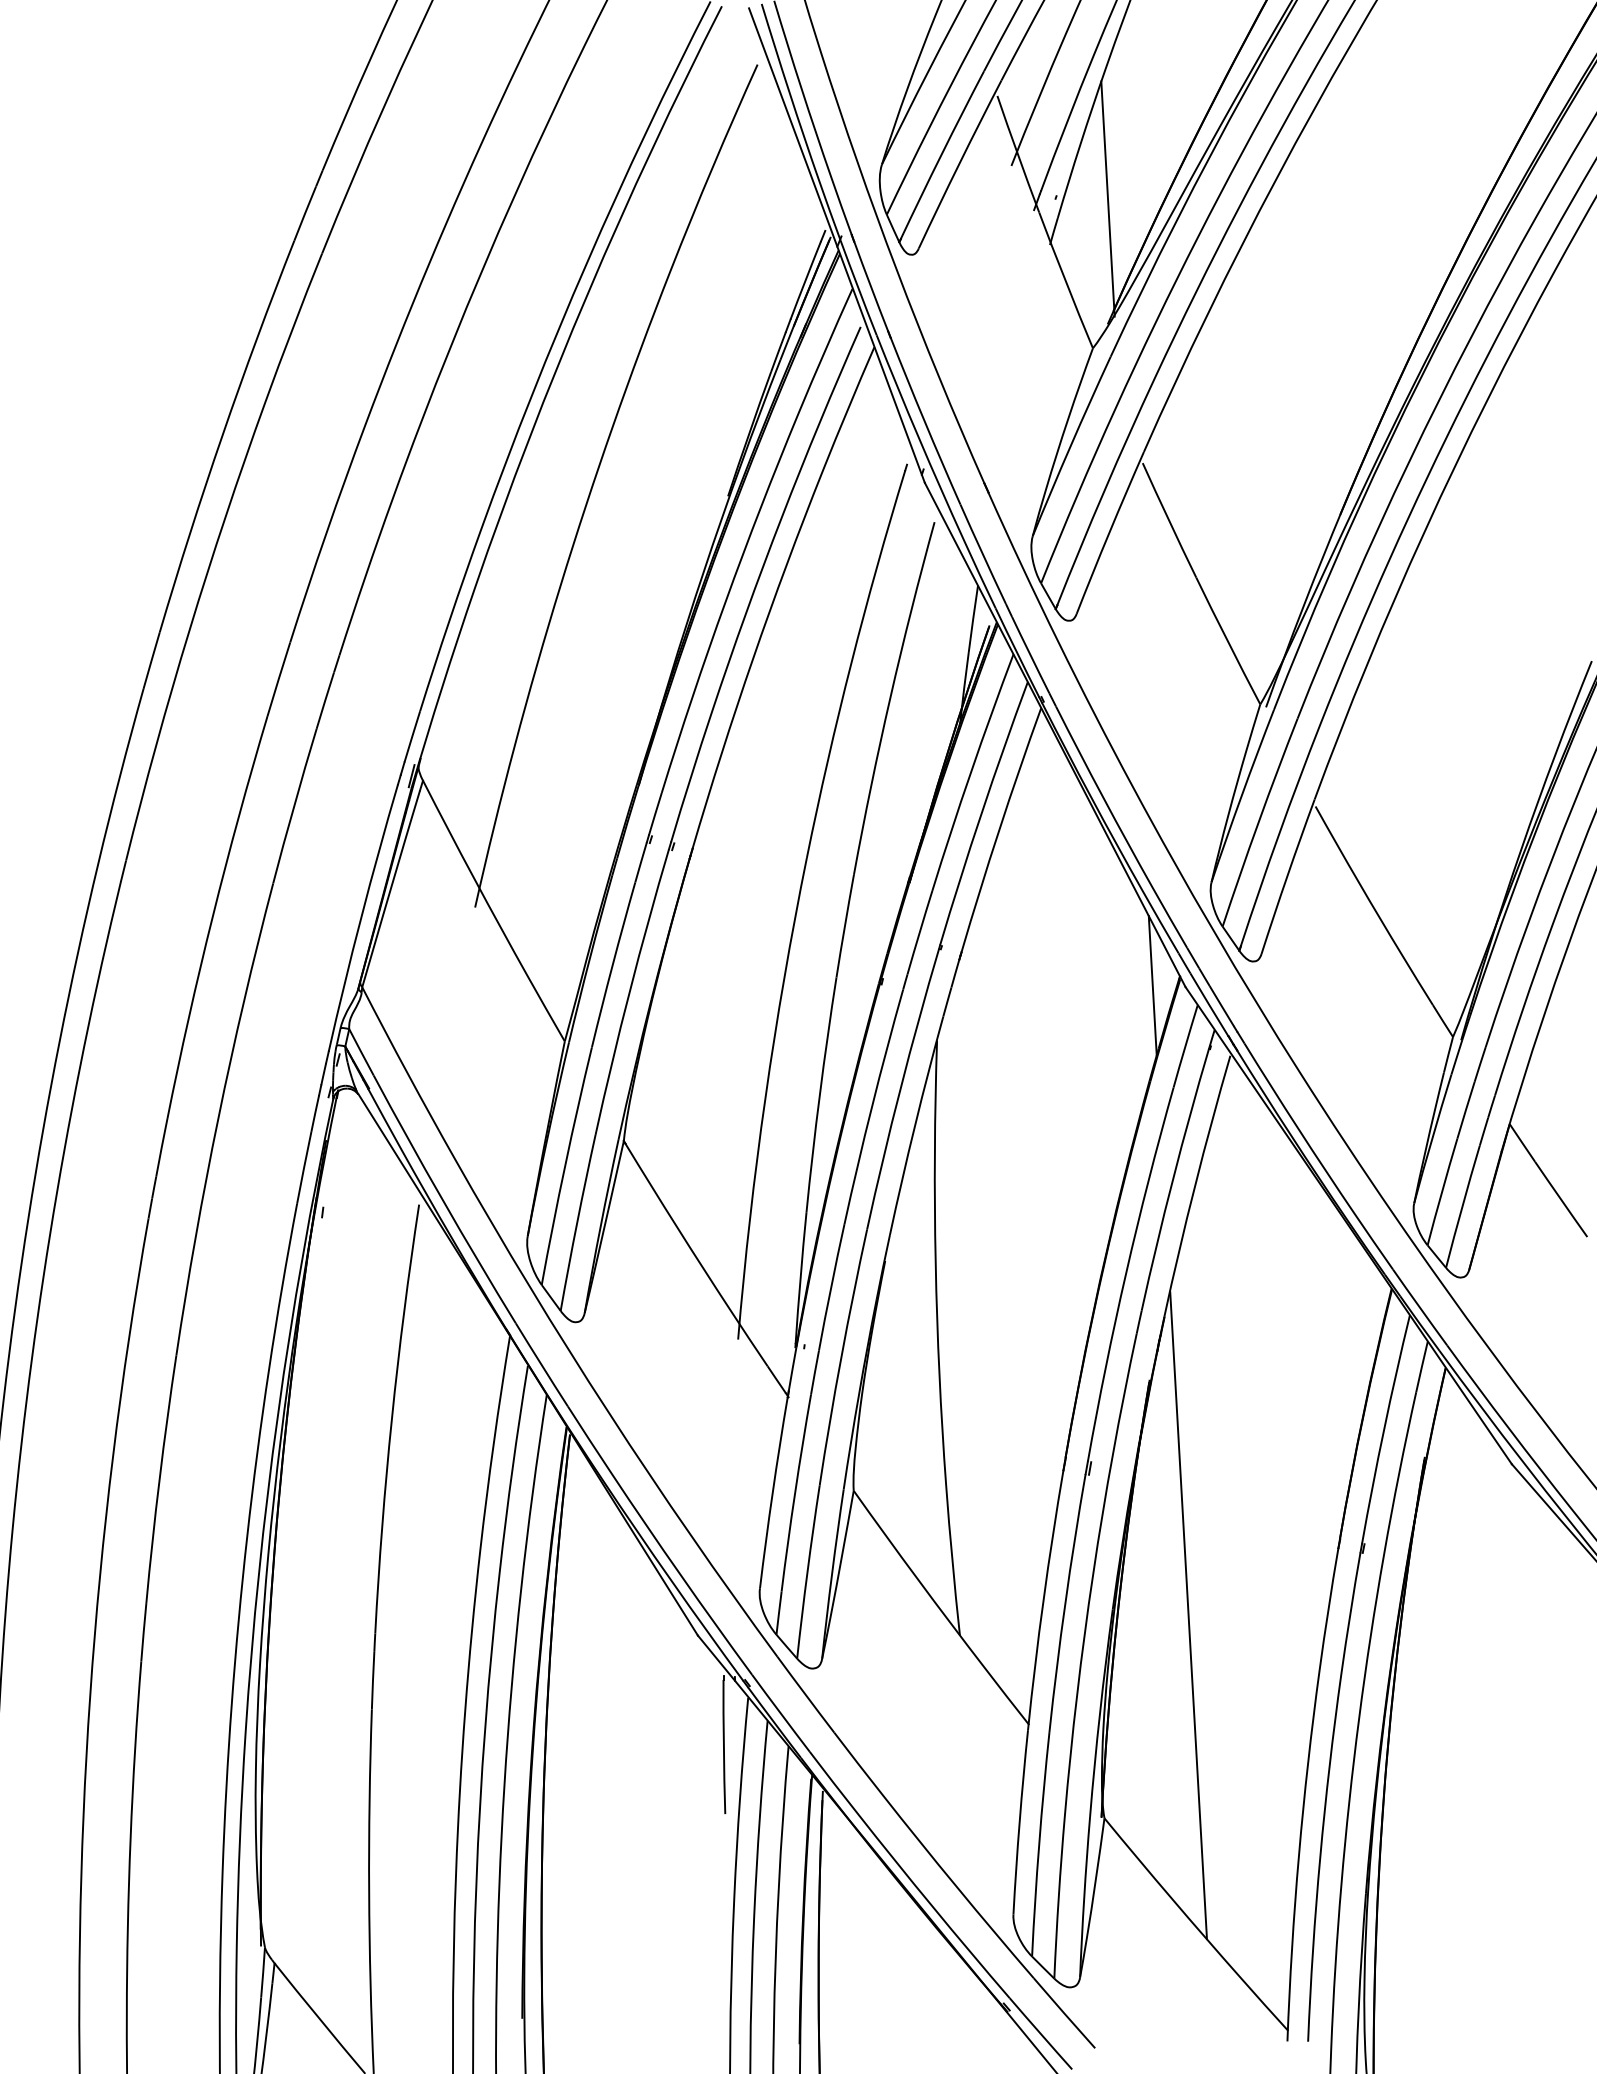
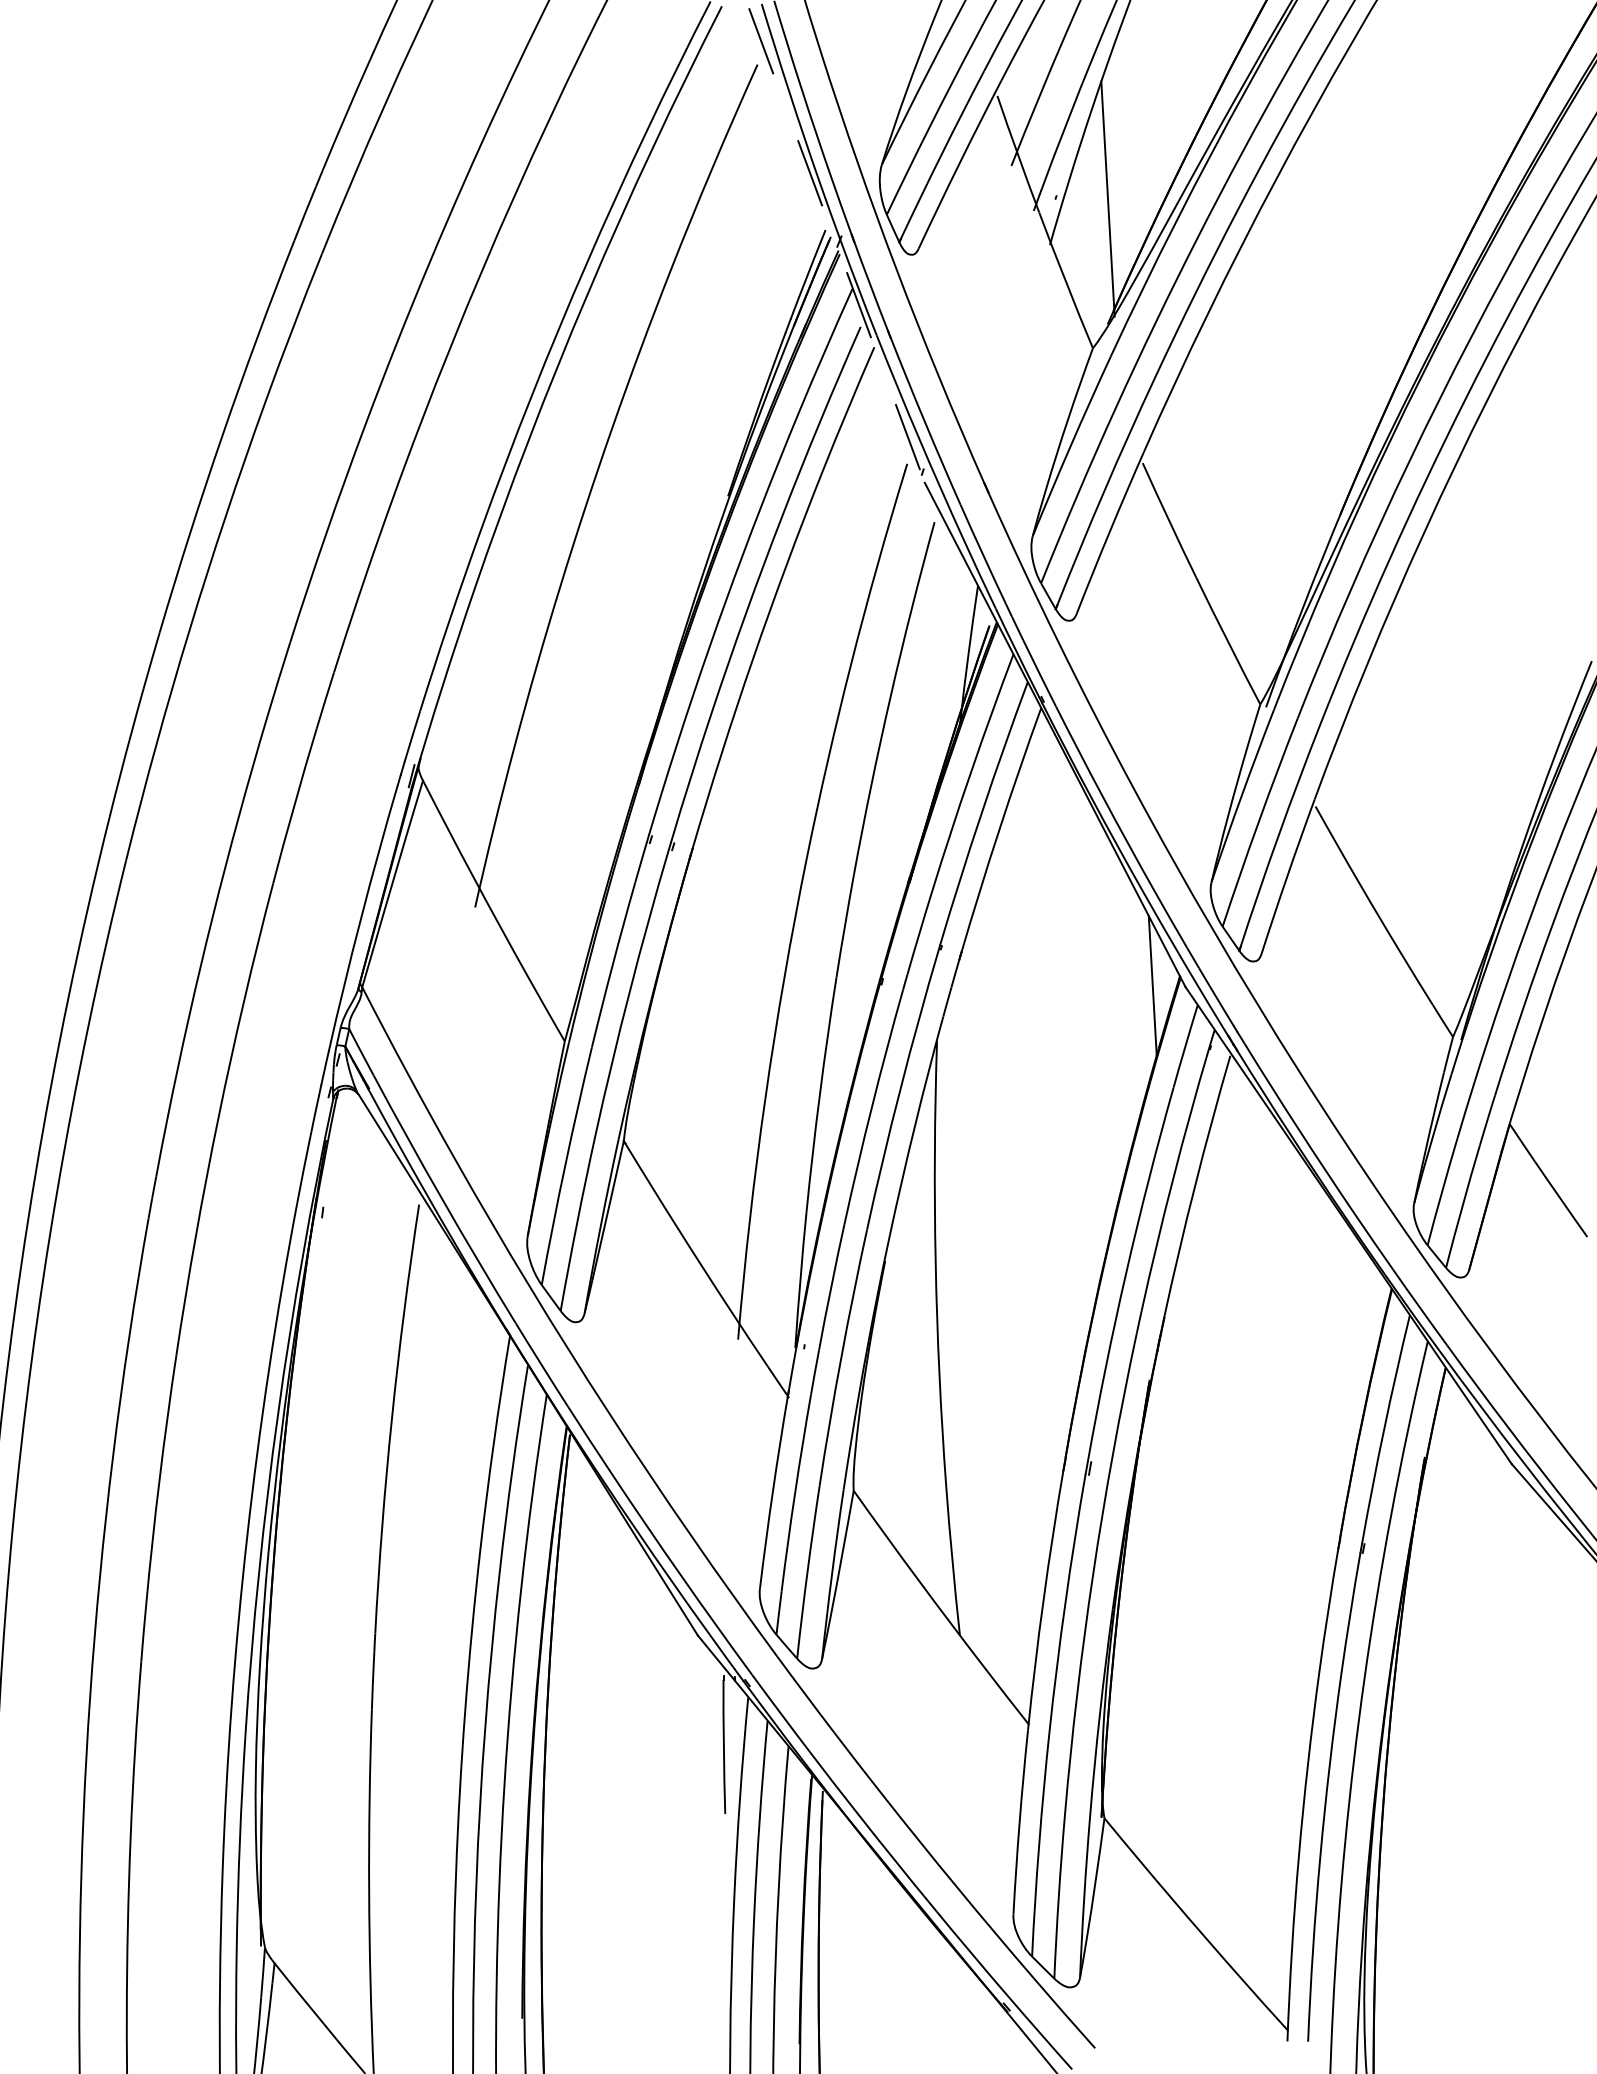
line at (837, 246): solid -> dashed
line at (1188, 1615): present -> none
